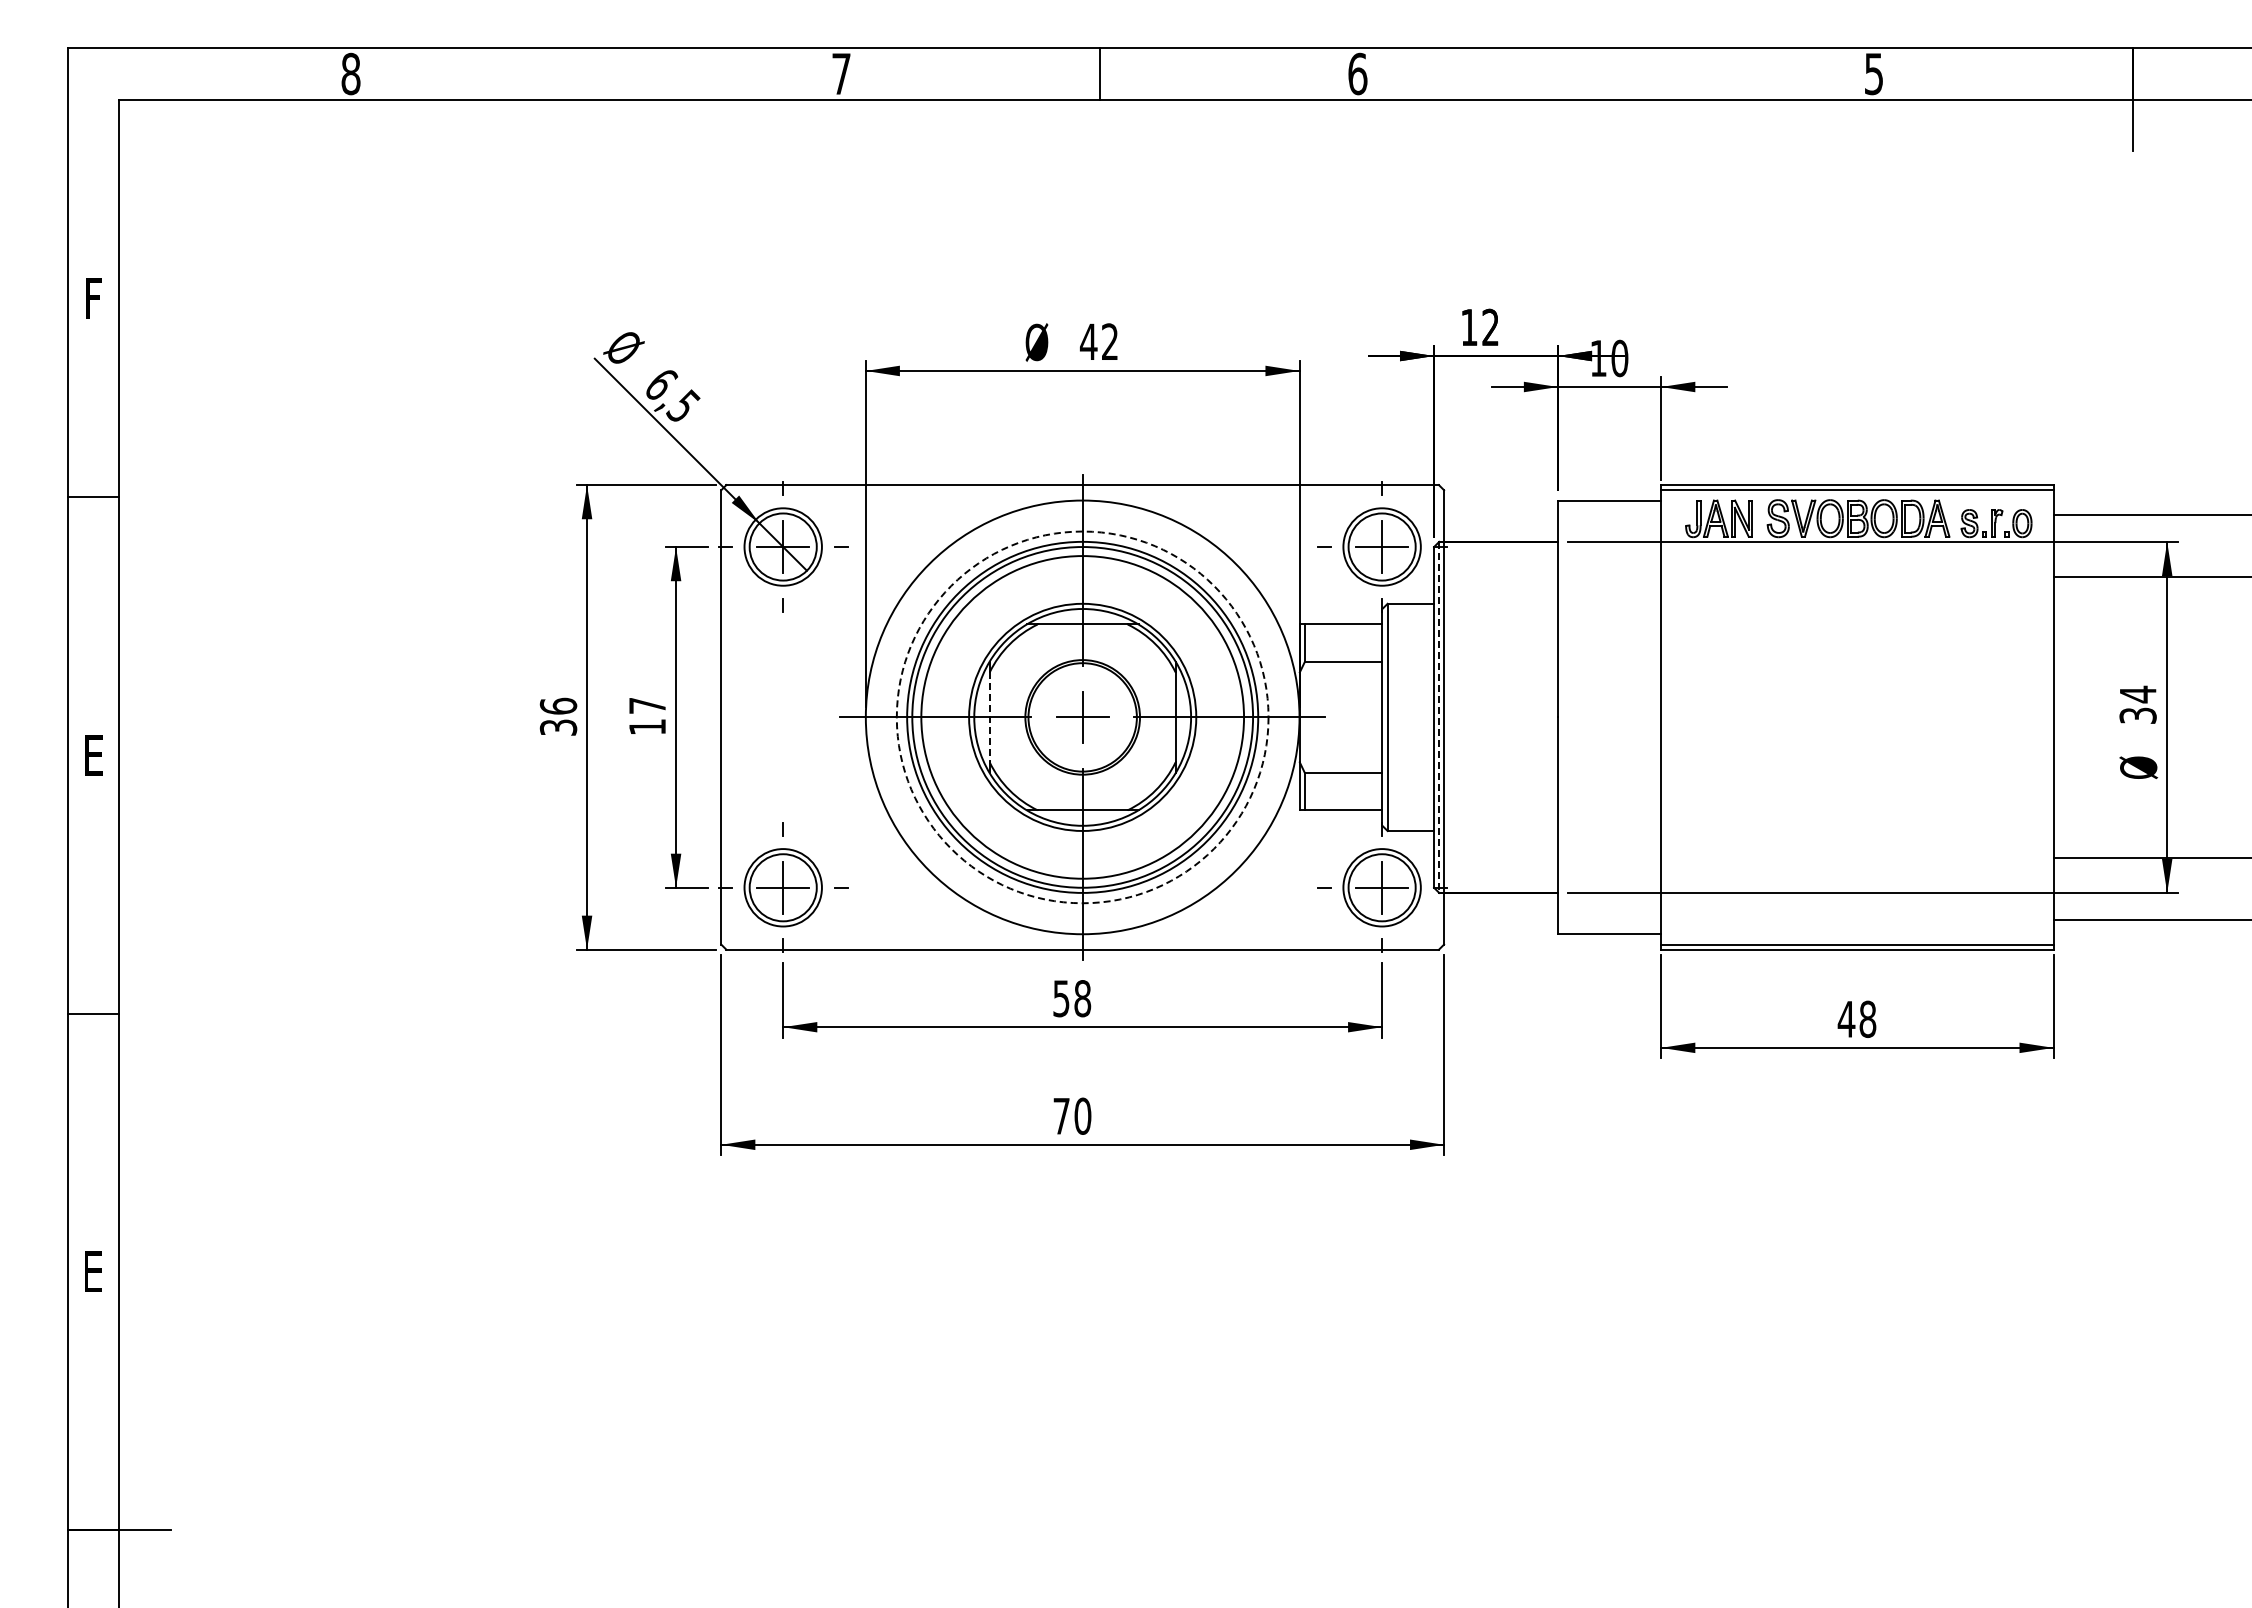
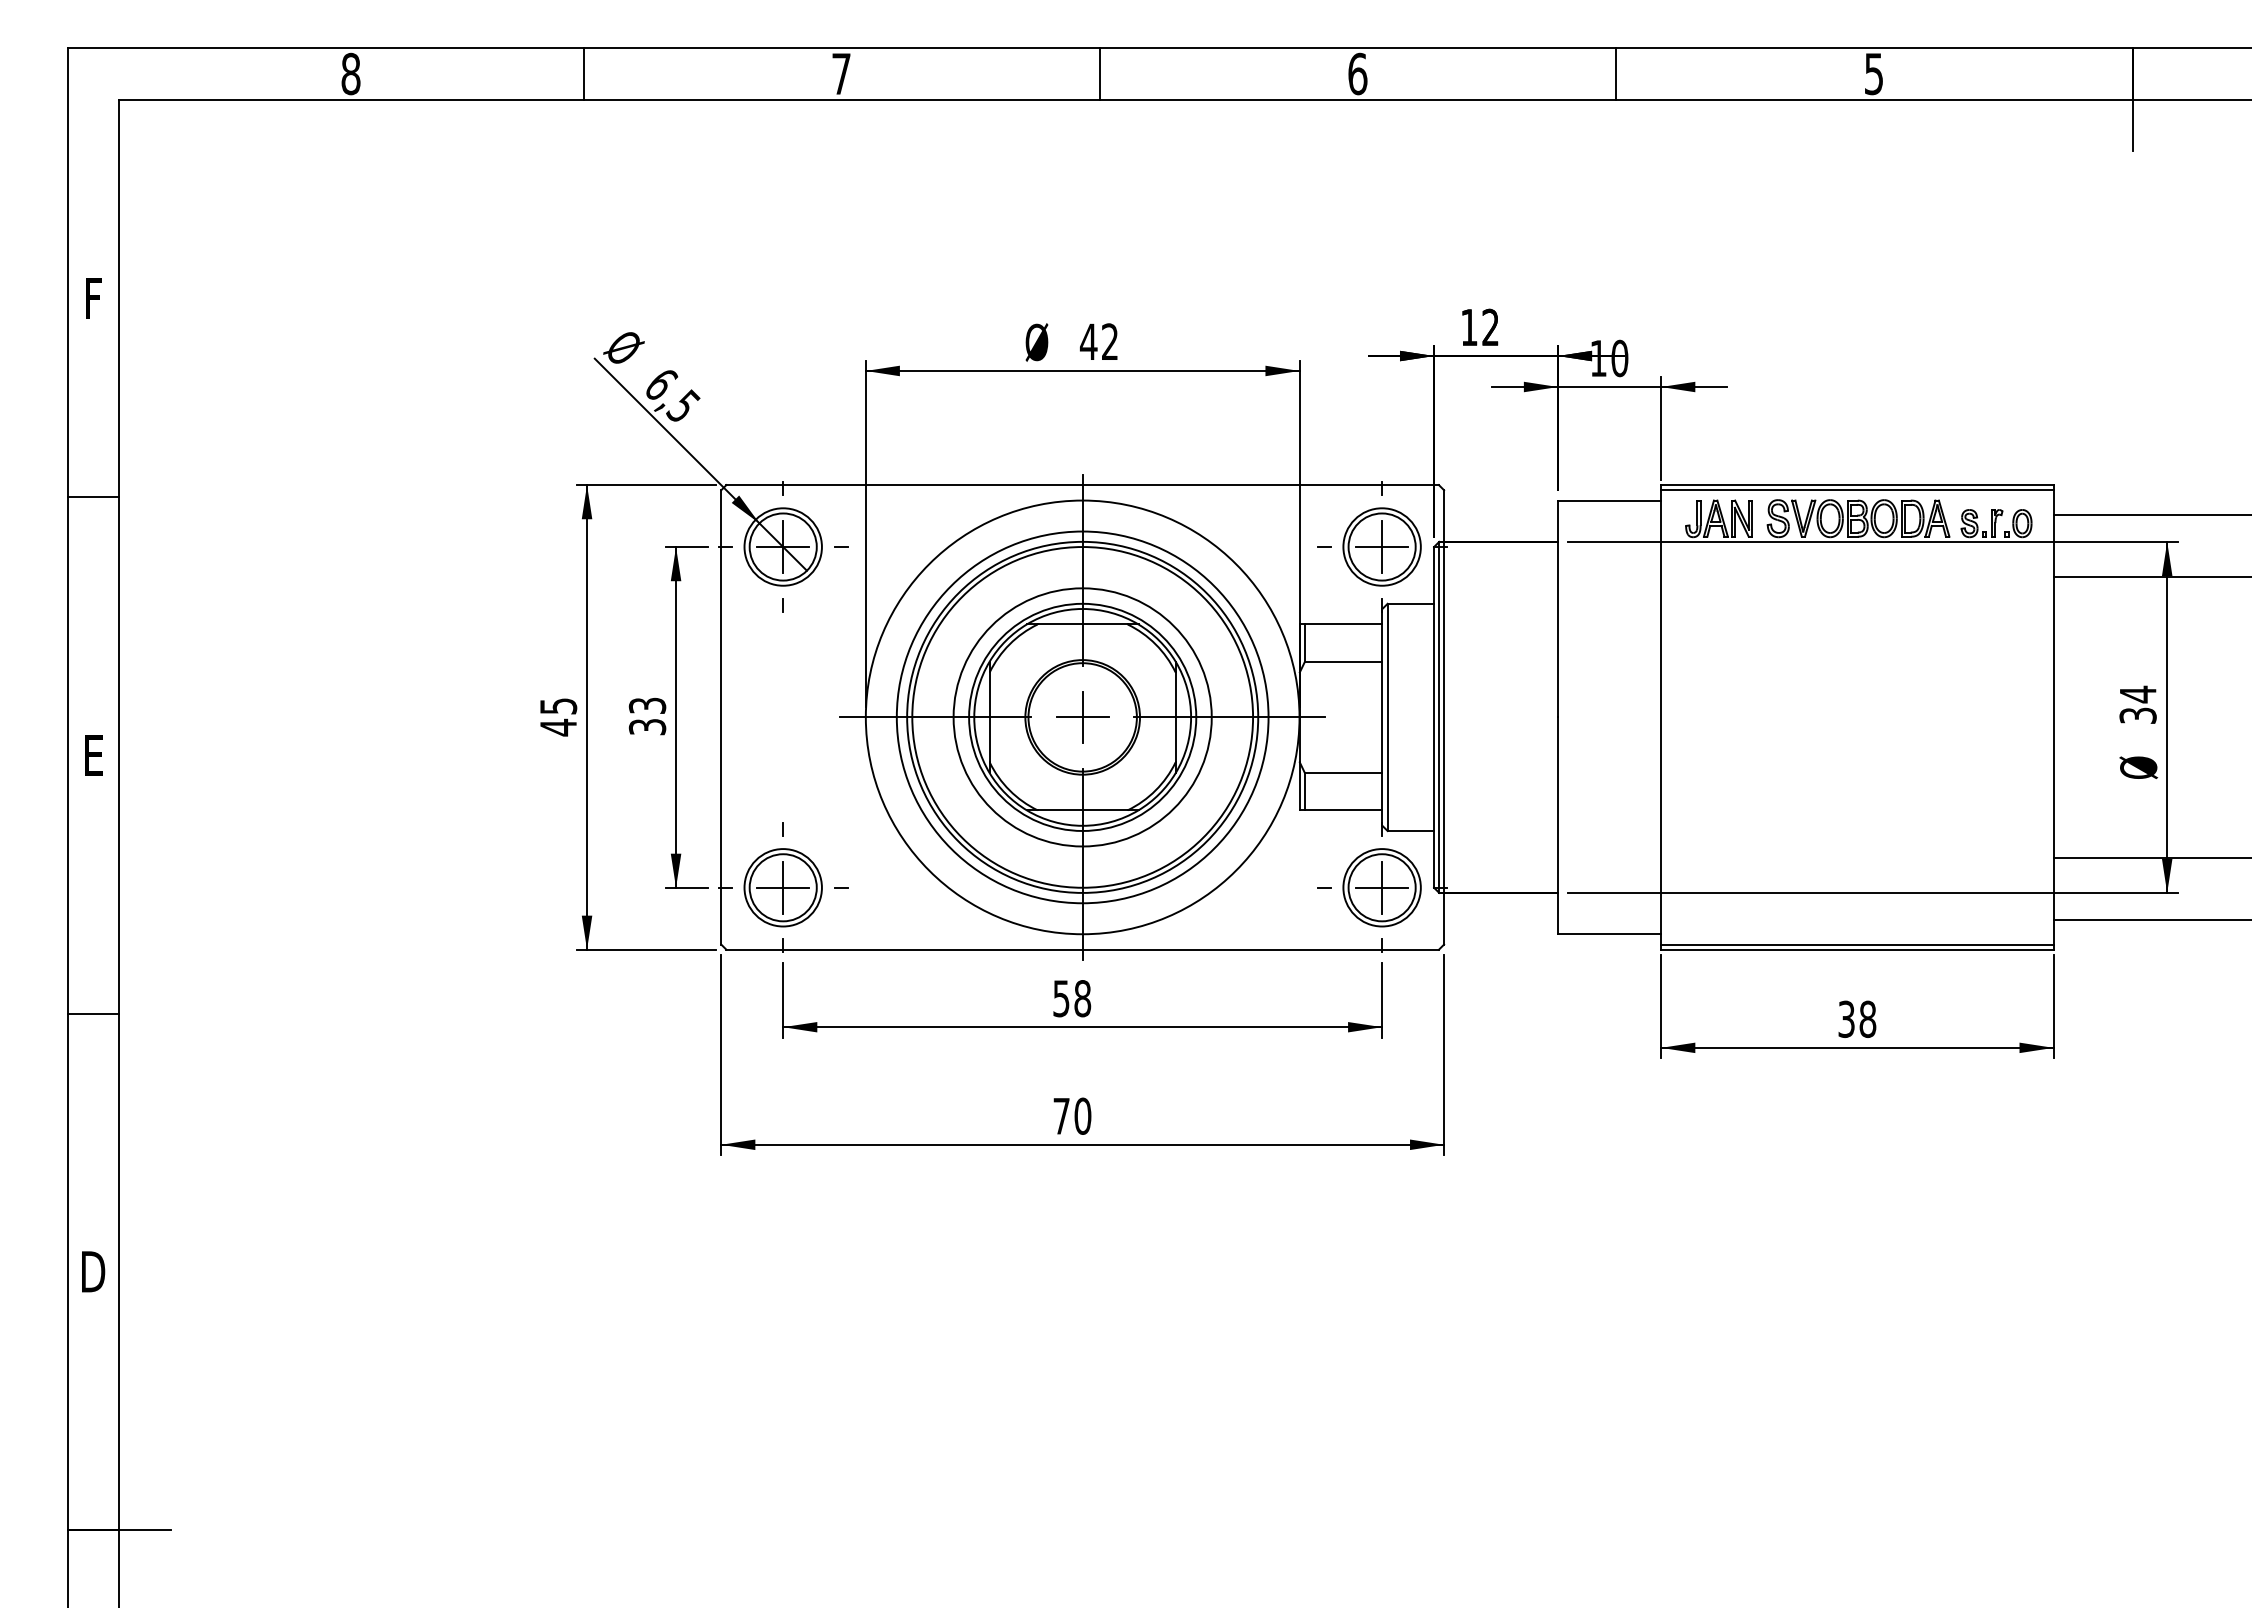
line at (583, 73): none -> present
line at (1616, 73): none -> present
text at (558, 716): 36 -> 45
text at (647, 716): 17 -> 33
line at (989, 717): dashed -> solid
circle at (1082, 717) diameter: 323 px -> 258 px
circle at (1082, 717): dashed -> solid
line at (1439, 717): dashed -> solid
text at (1846, 1018): 48 -> 38
text at (93, 1271): E -> D
